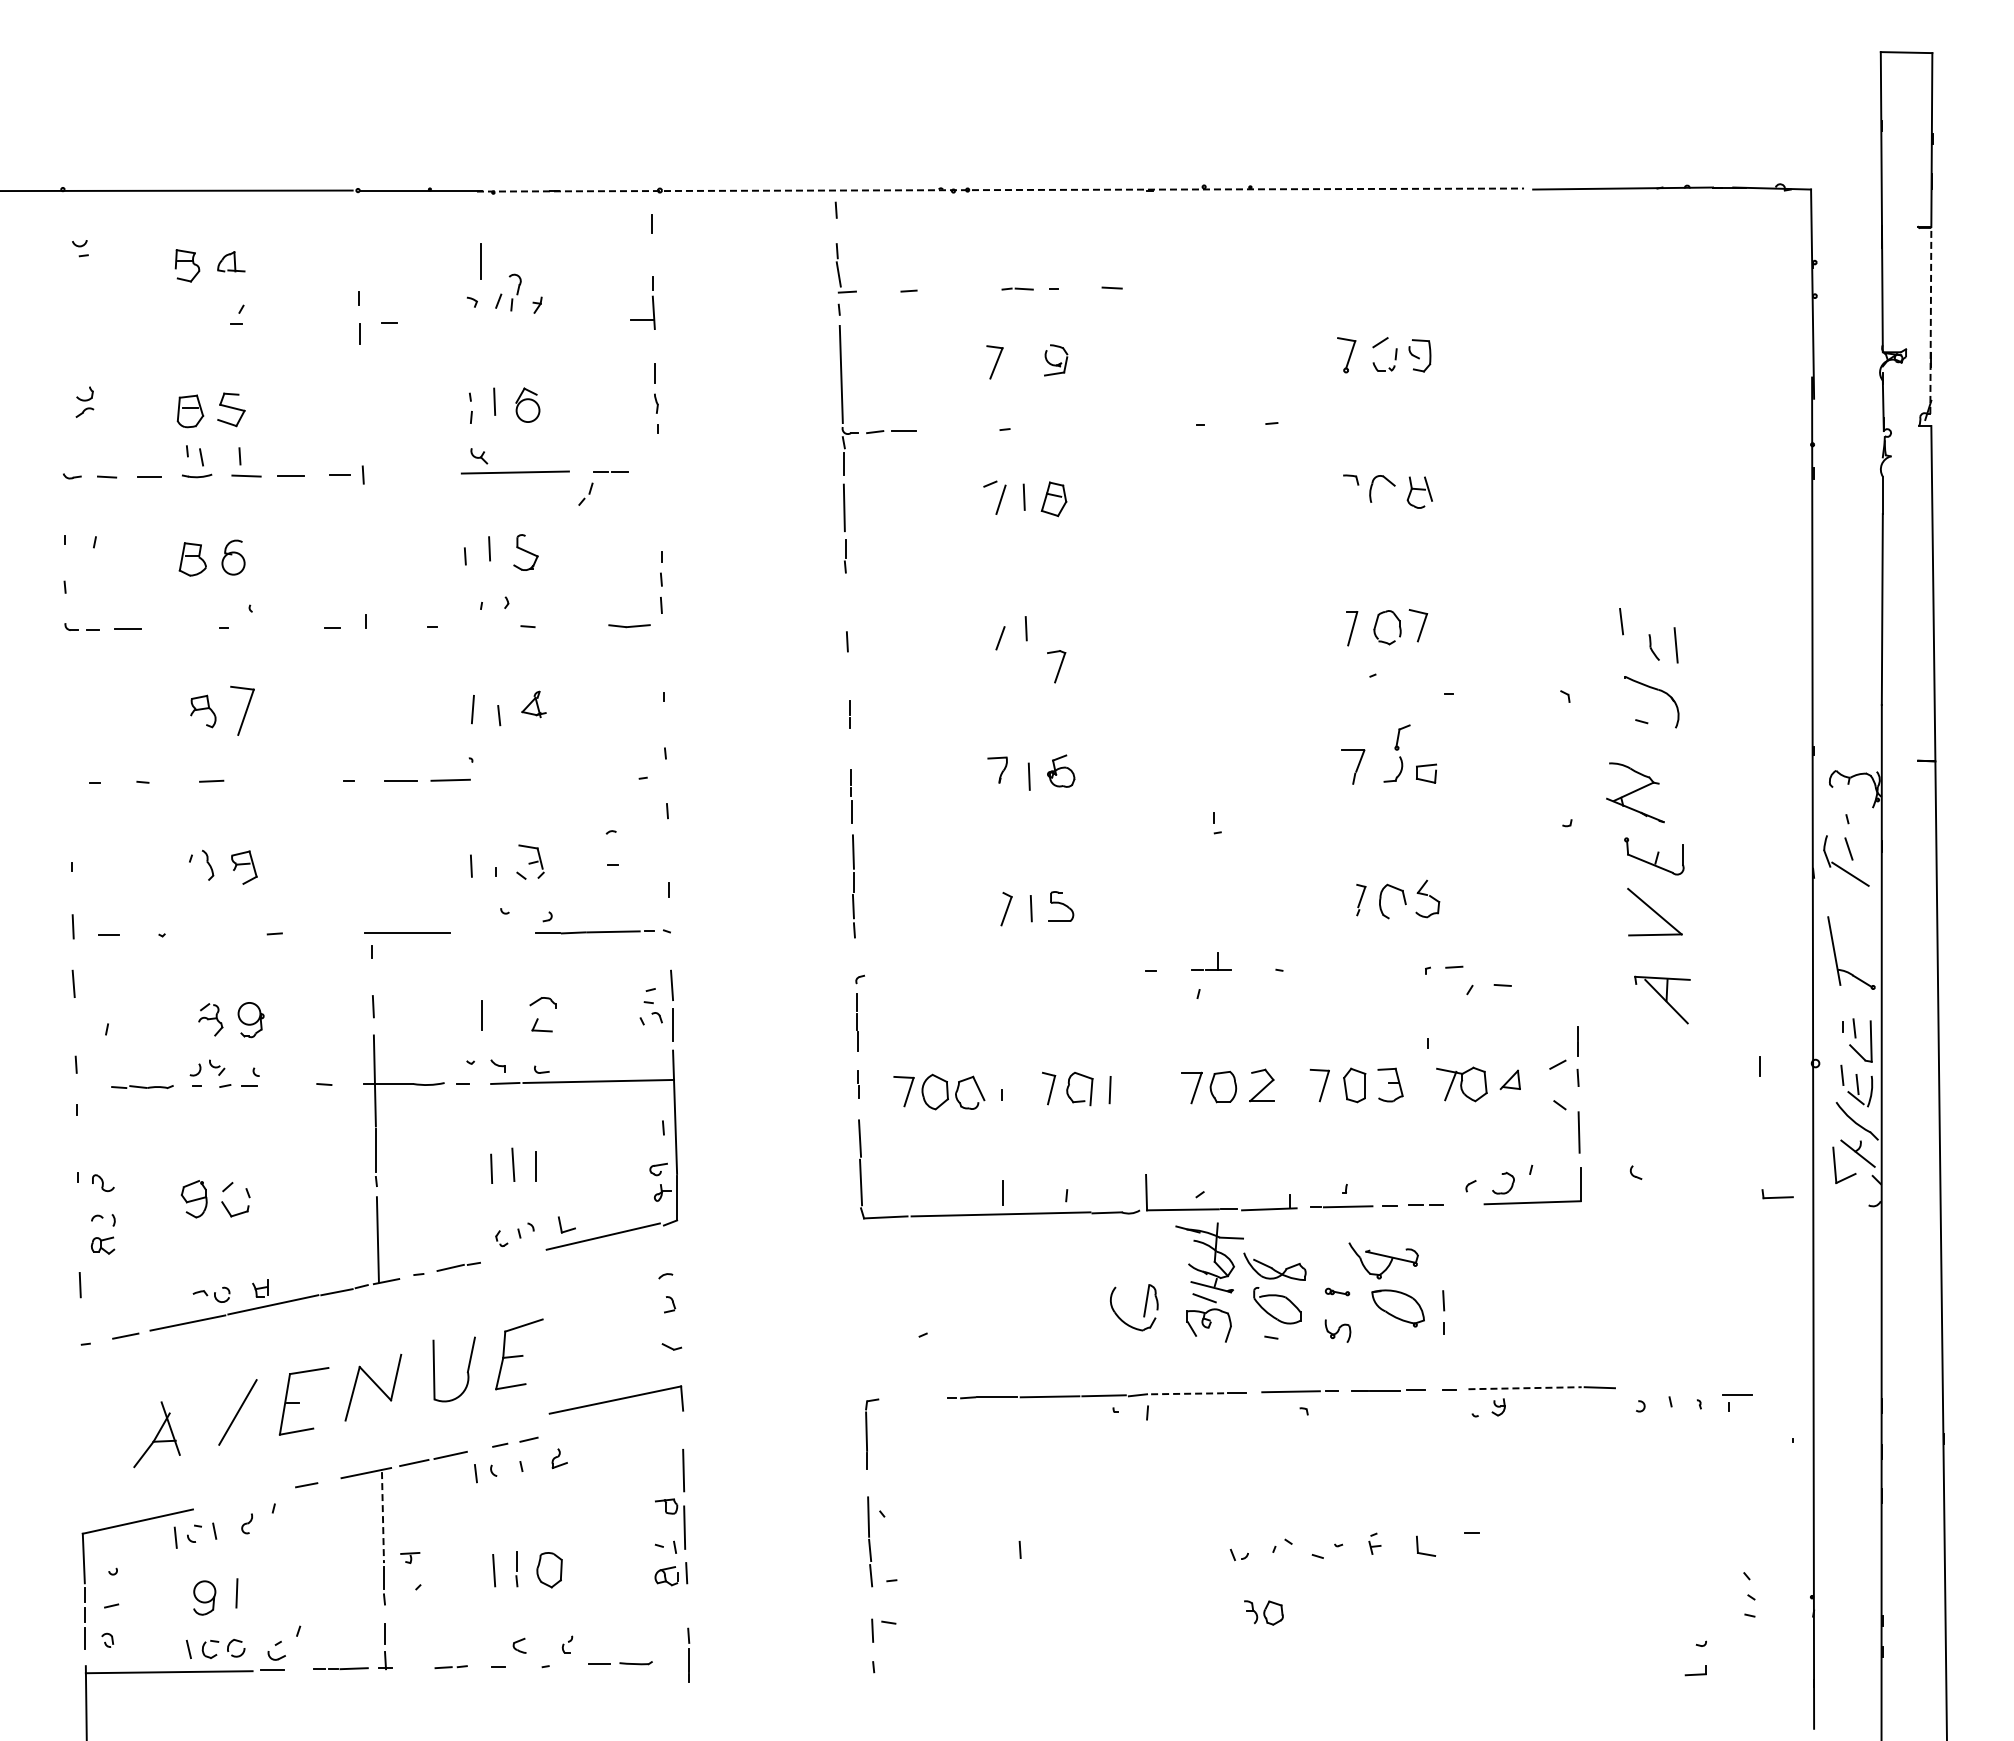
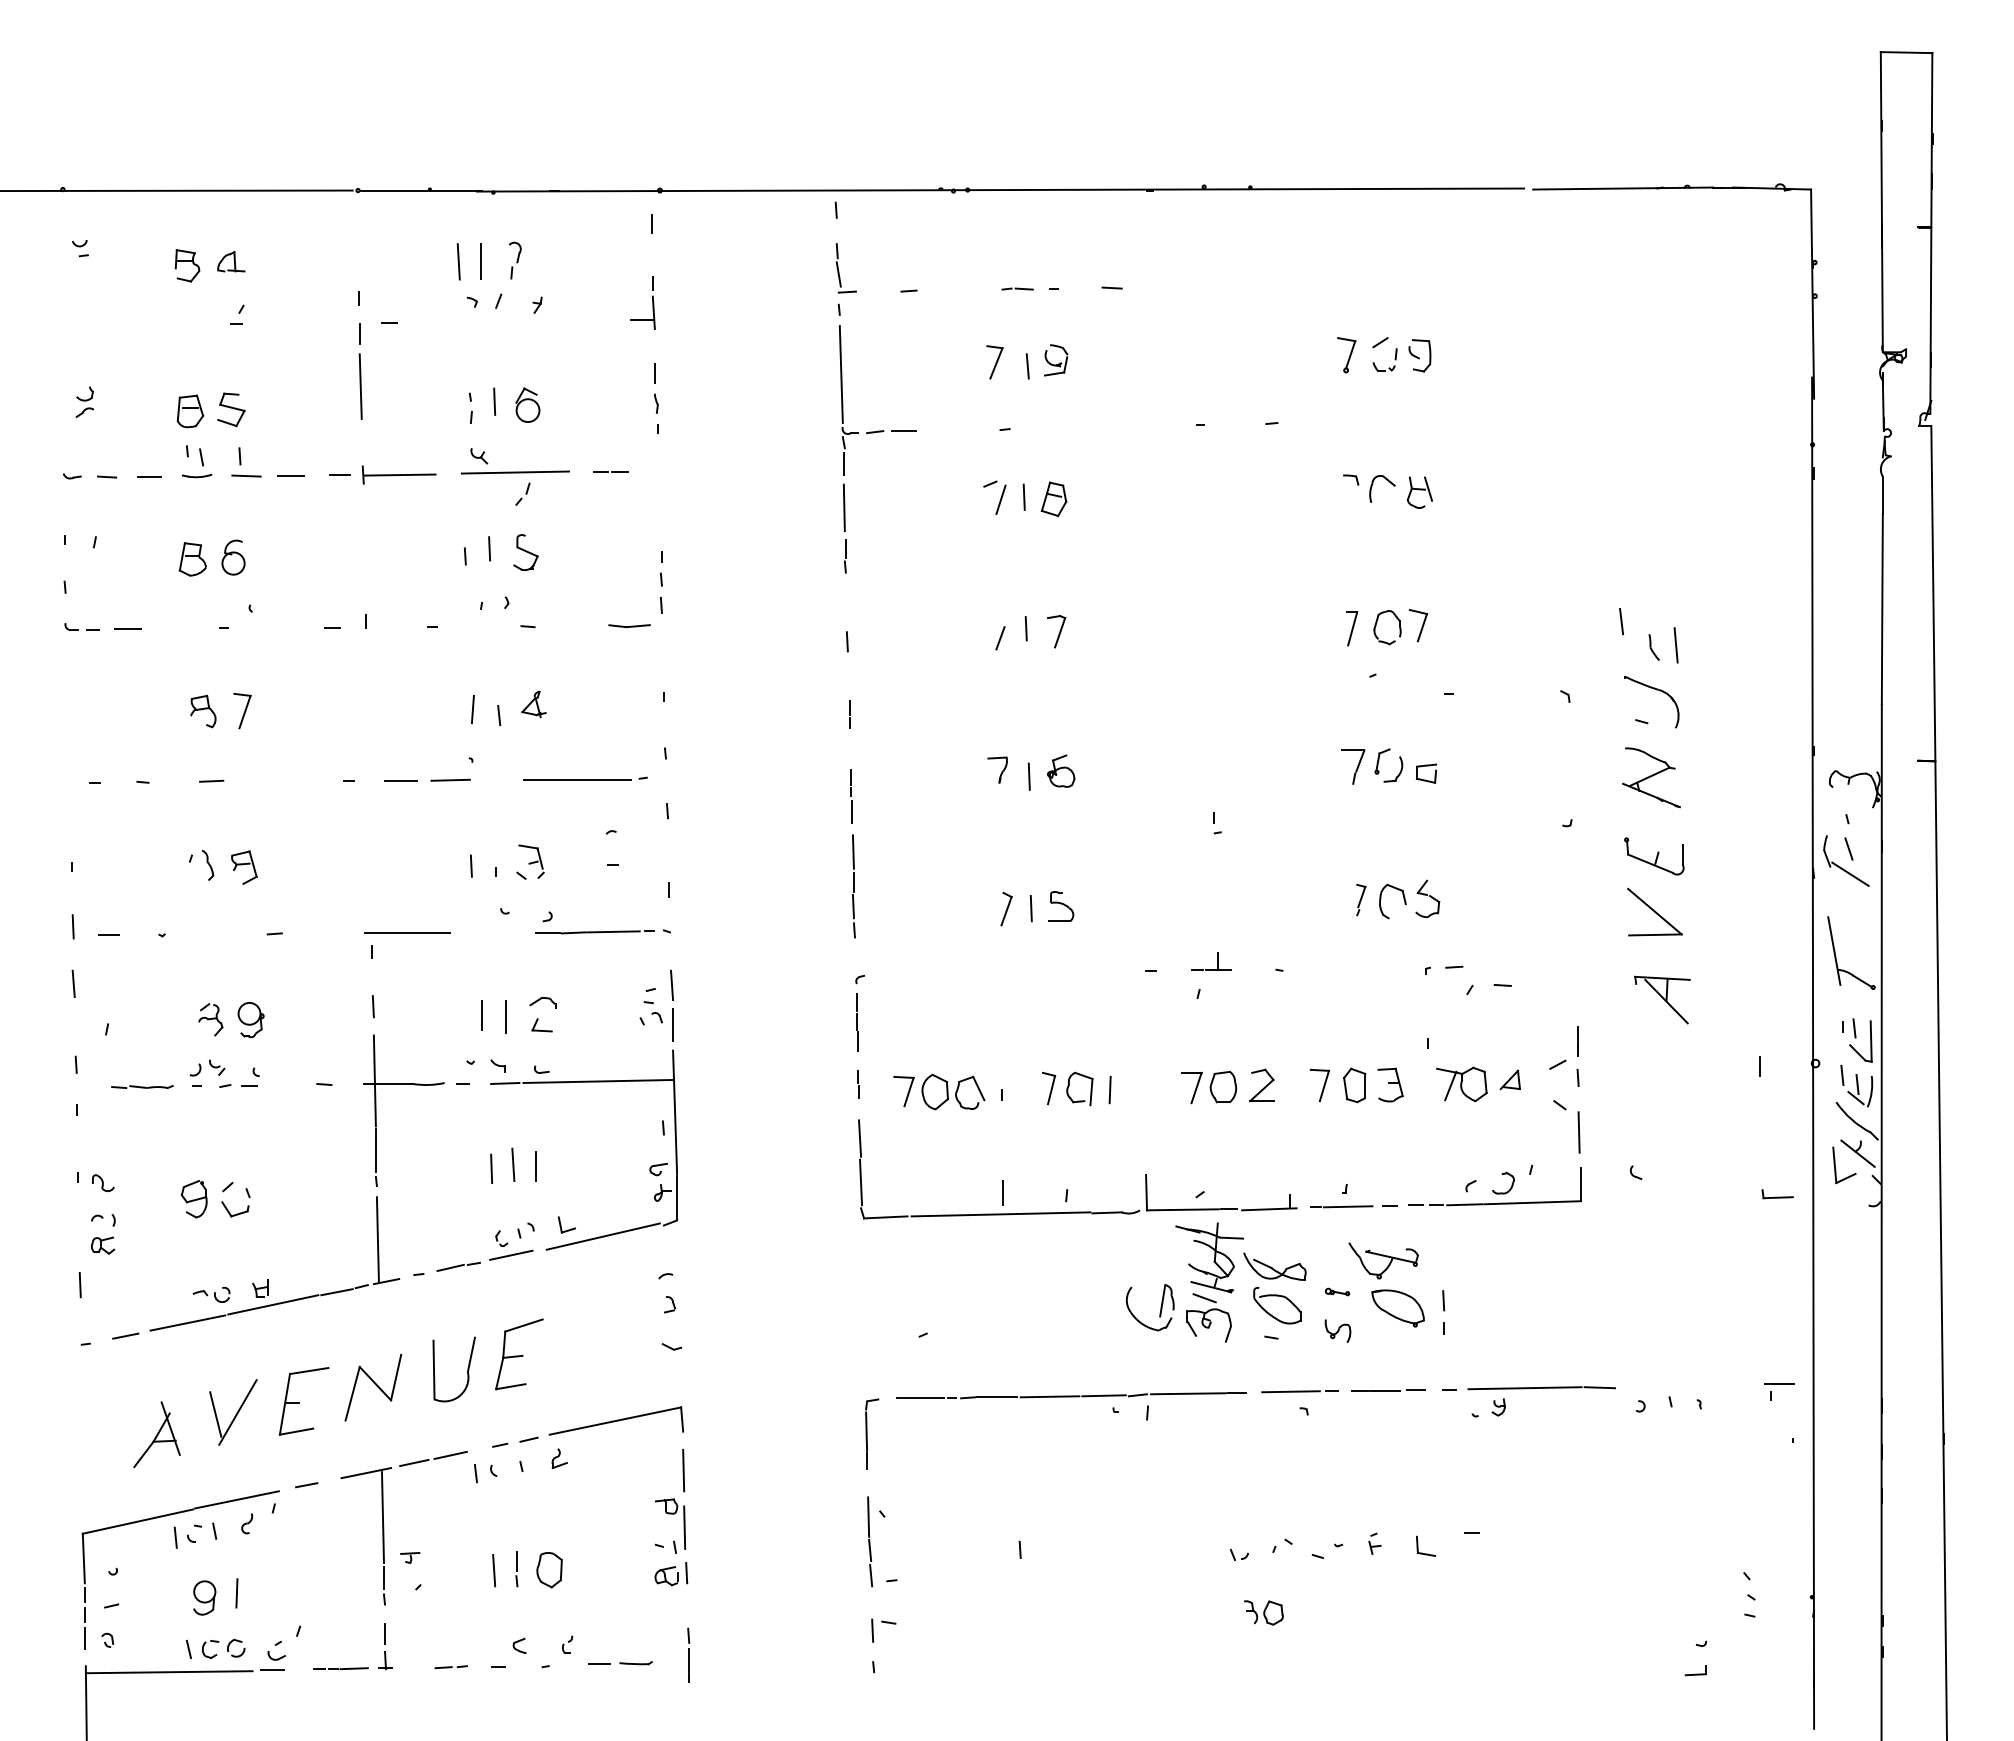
line at (1000, 190): dashed -> solid
line at (458, 261): none -> present
part at (514, 292) position: (514, 292) -> (514, 260)
line at (1930, 320): dashed -> solid
line at (1027, 366): none -> present
line at (360, 386): none -> present
line at (399, 474): none -> present
part at (585, 493) position: (585, 493) -> (522, 493)
part at (1056, 666) position: (1056, 666) -> (1056, 631)
part at (242, 710) size: 25x51 px -> 19x37 px
part at (1402, 737) position: (1402, 737) -> (1382, 761)
line at (577, 779): none -> present
part at (1635, 792) position: (1635, 792) -> (1651, 777)
line at (506, 1017): none -> present
line at (1464, 1204): none -> present
line at (511, 1254): none -> present
part at (1144, 1307) position: (1144, 1307) -> (1160, 1307)
line at (1525, 1388): dashed -> solid
line at (1188, 1393): dashed -> solid
part at (1737, 1395) position: (1737, 1395) -> (1779, 1384)
line at (920, 1398): none -> present
part at (615, 1399) position: (615, 1399) -> (615, 1420)
line at (215, 1414): none -> present
line at (236, 1499): none -> present
line at (383, 1518): dashed -> solid
